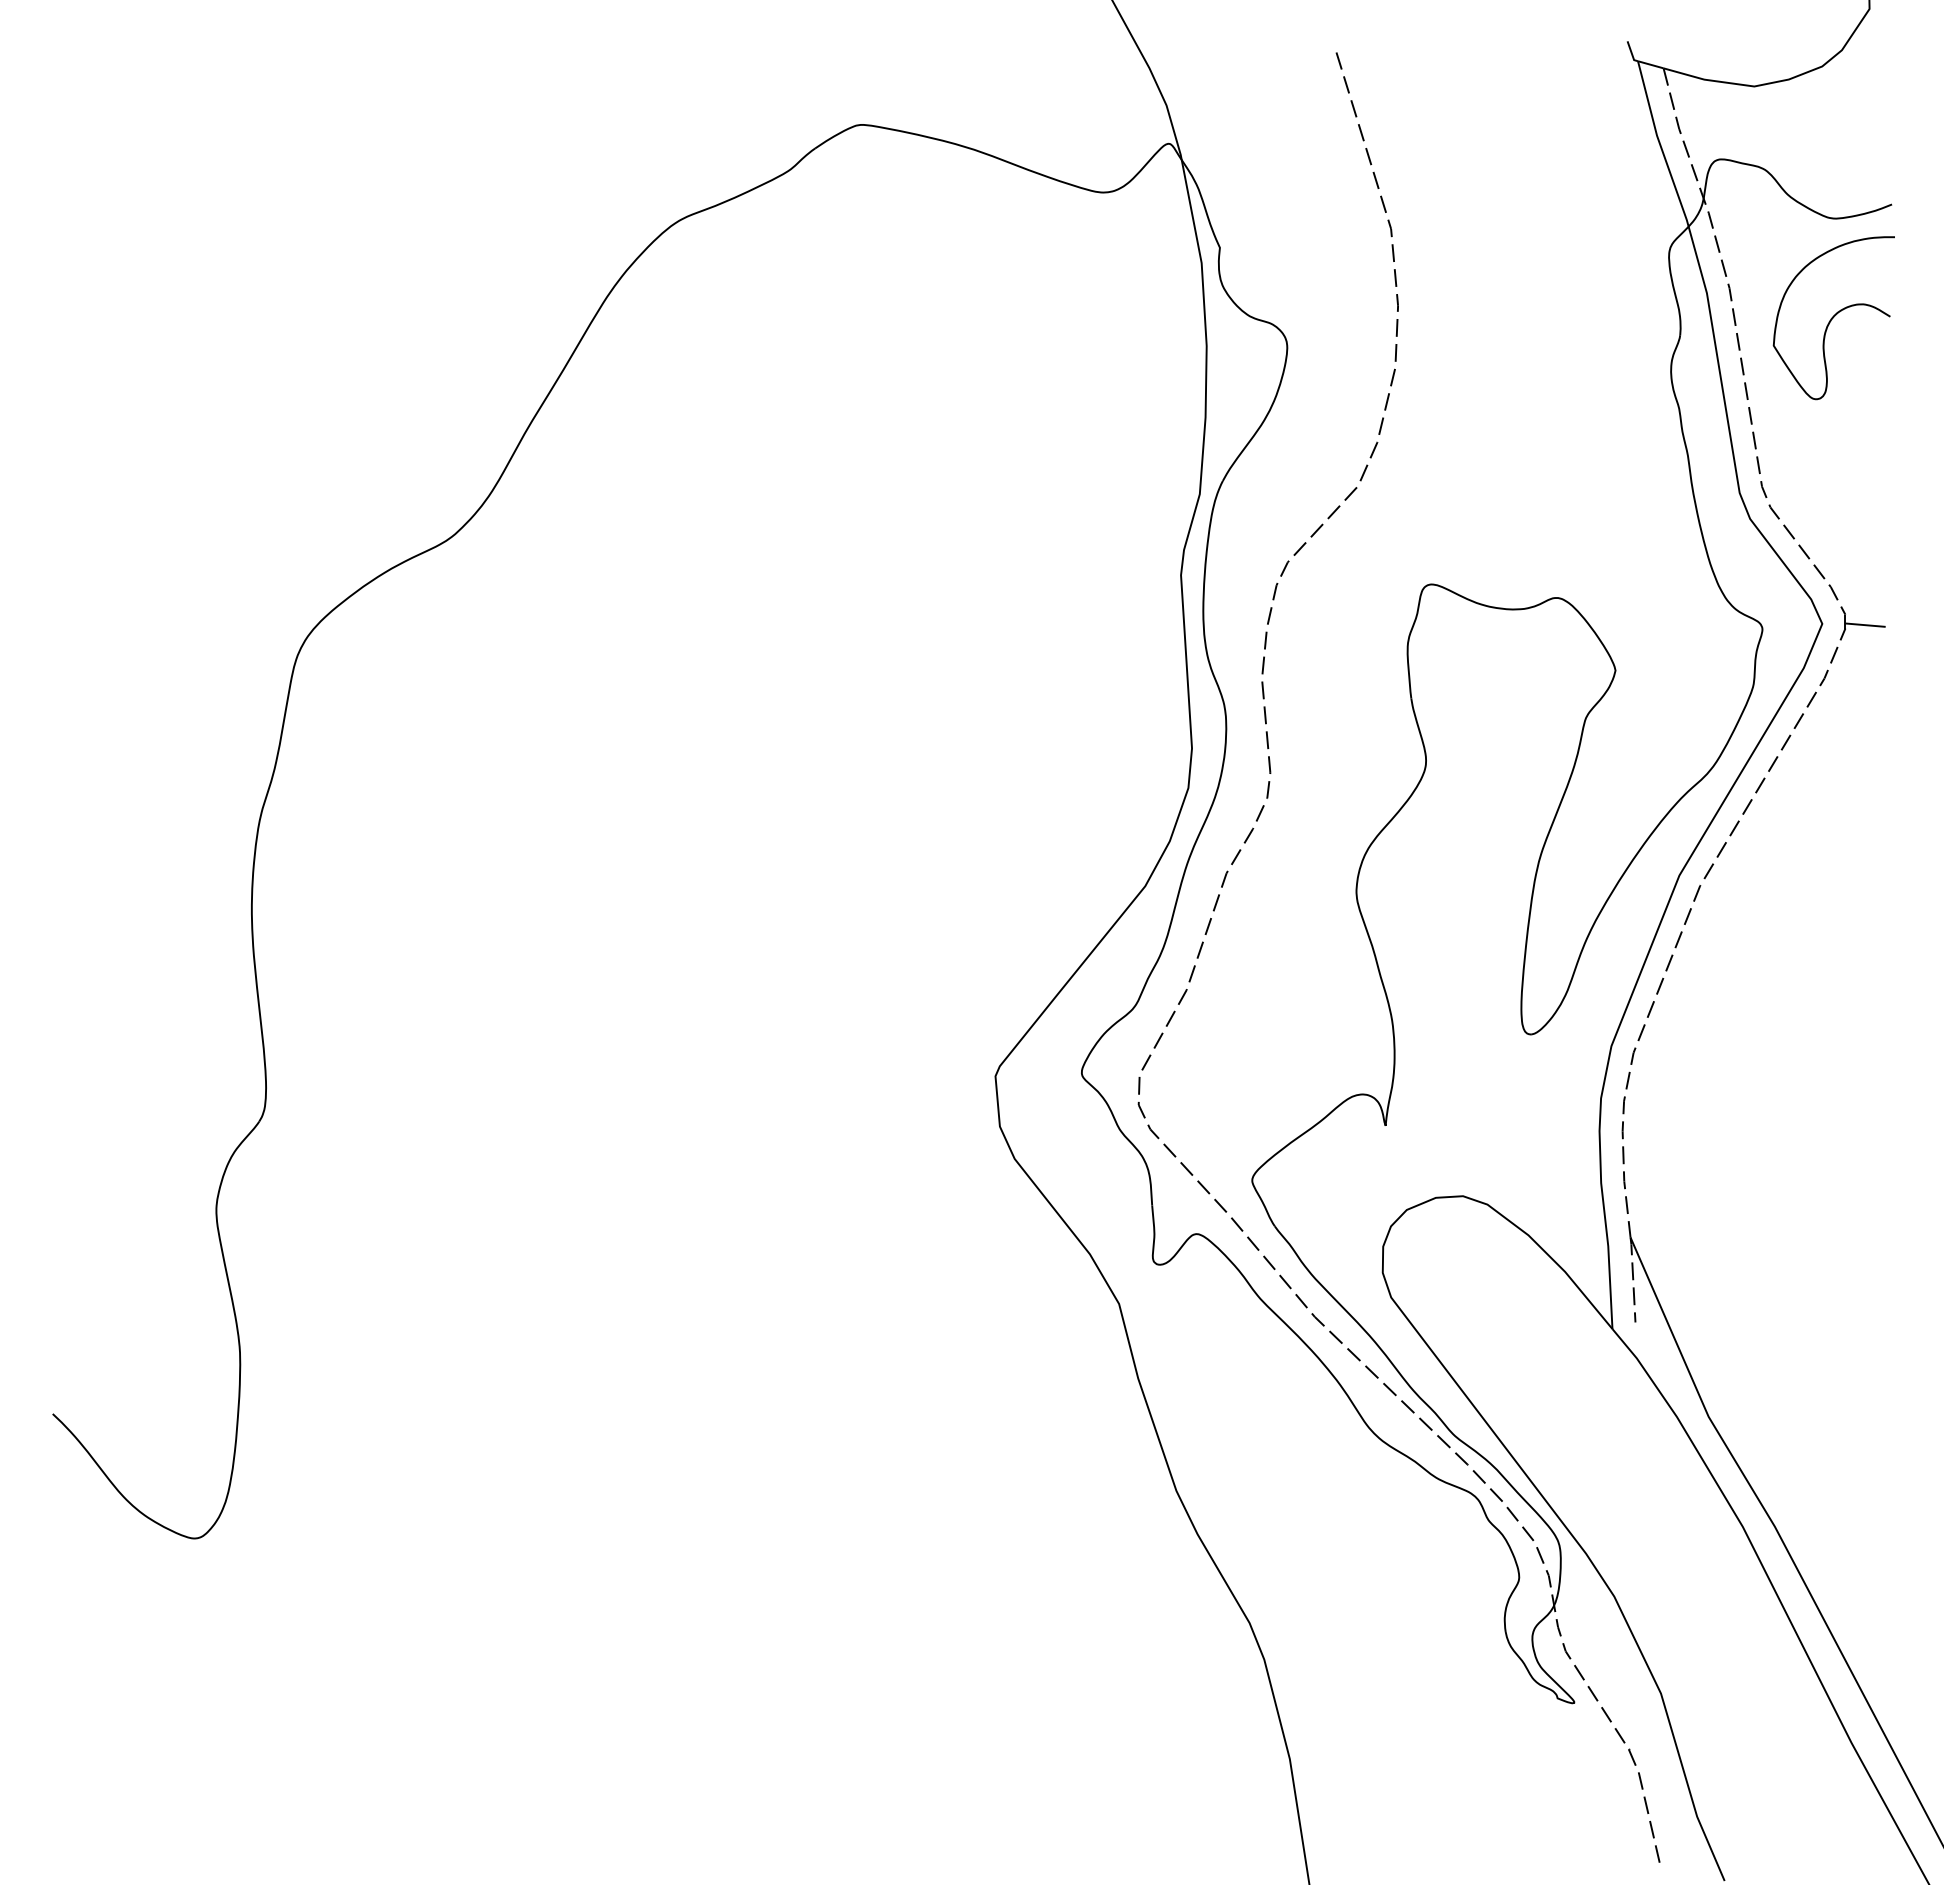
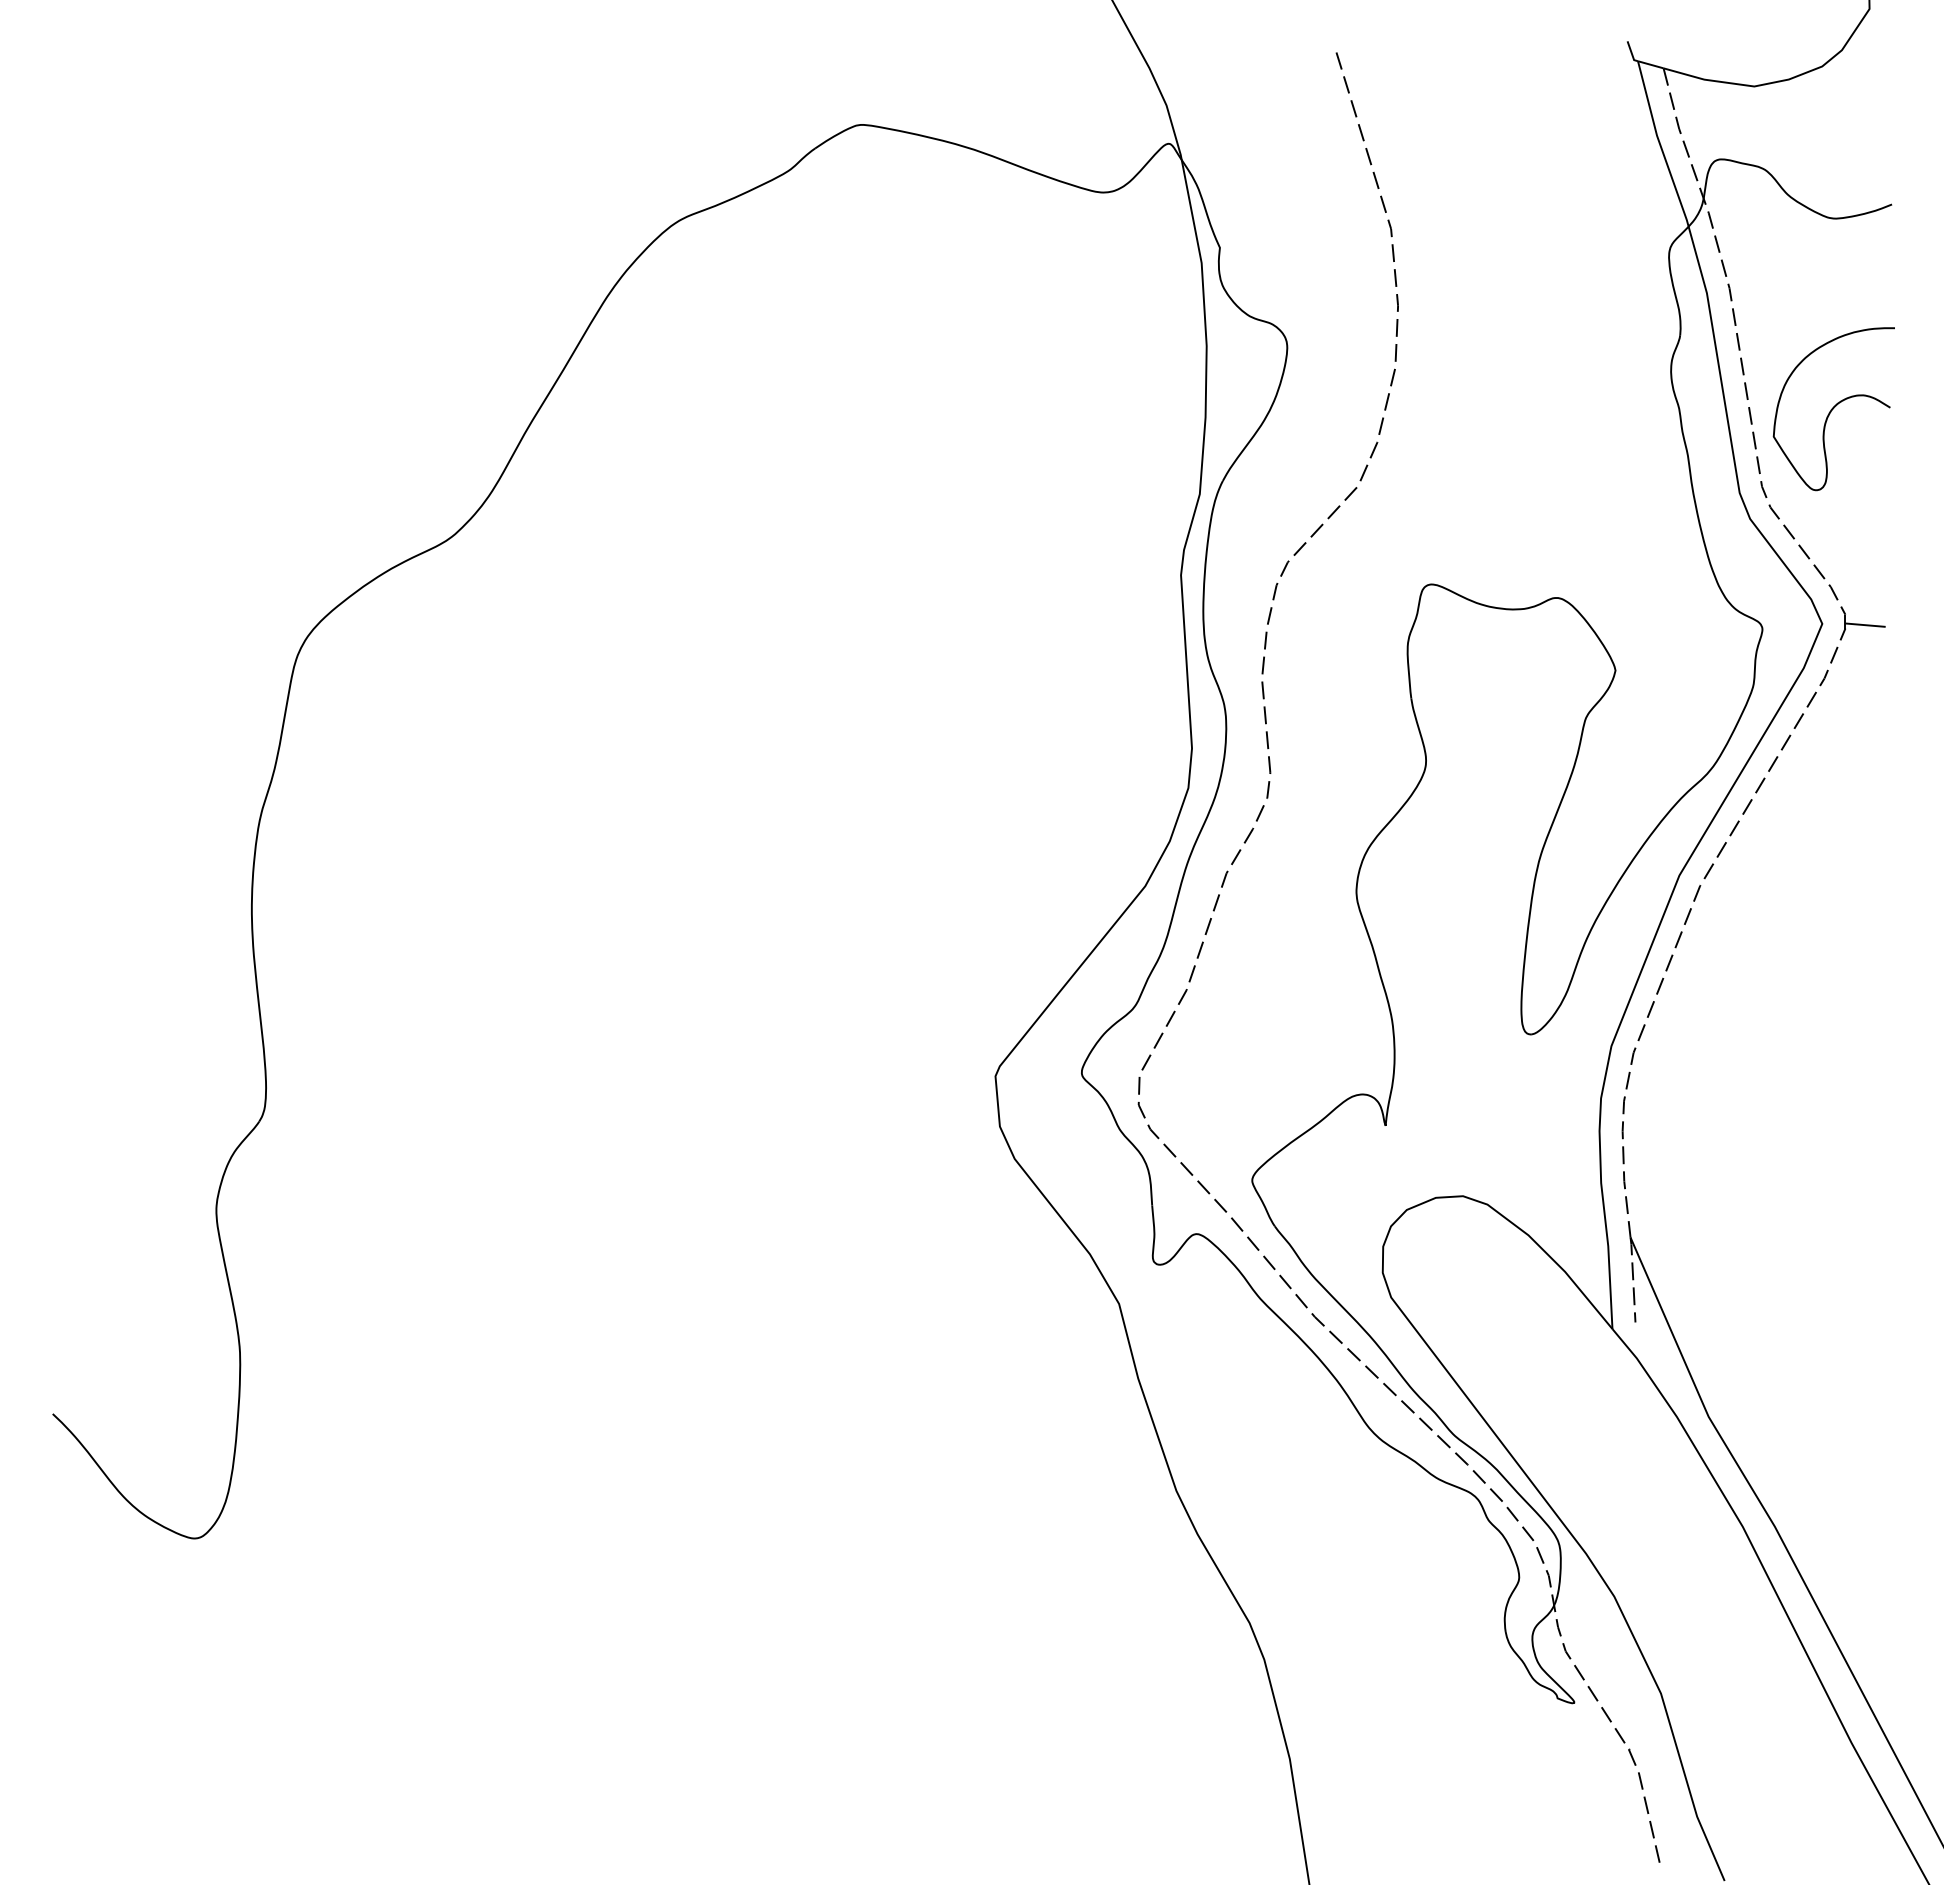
curve at (1833, 318) position: (1833, 318) -> (1833, 409)
